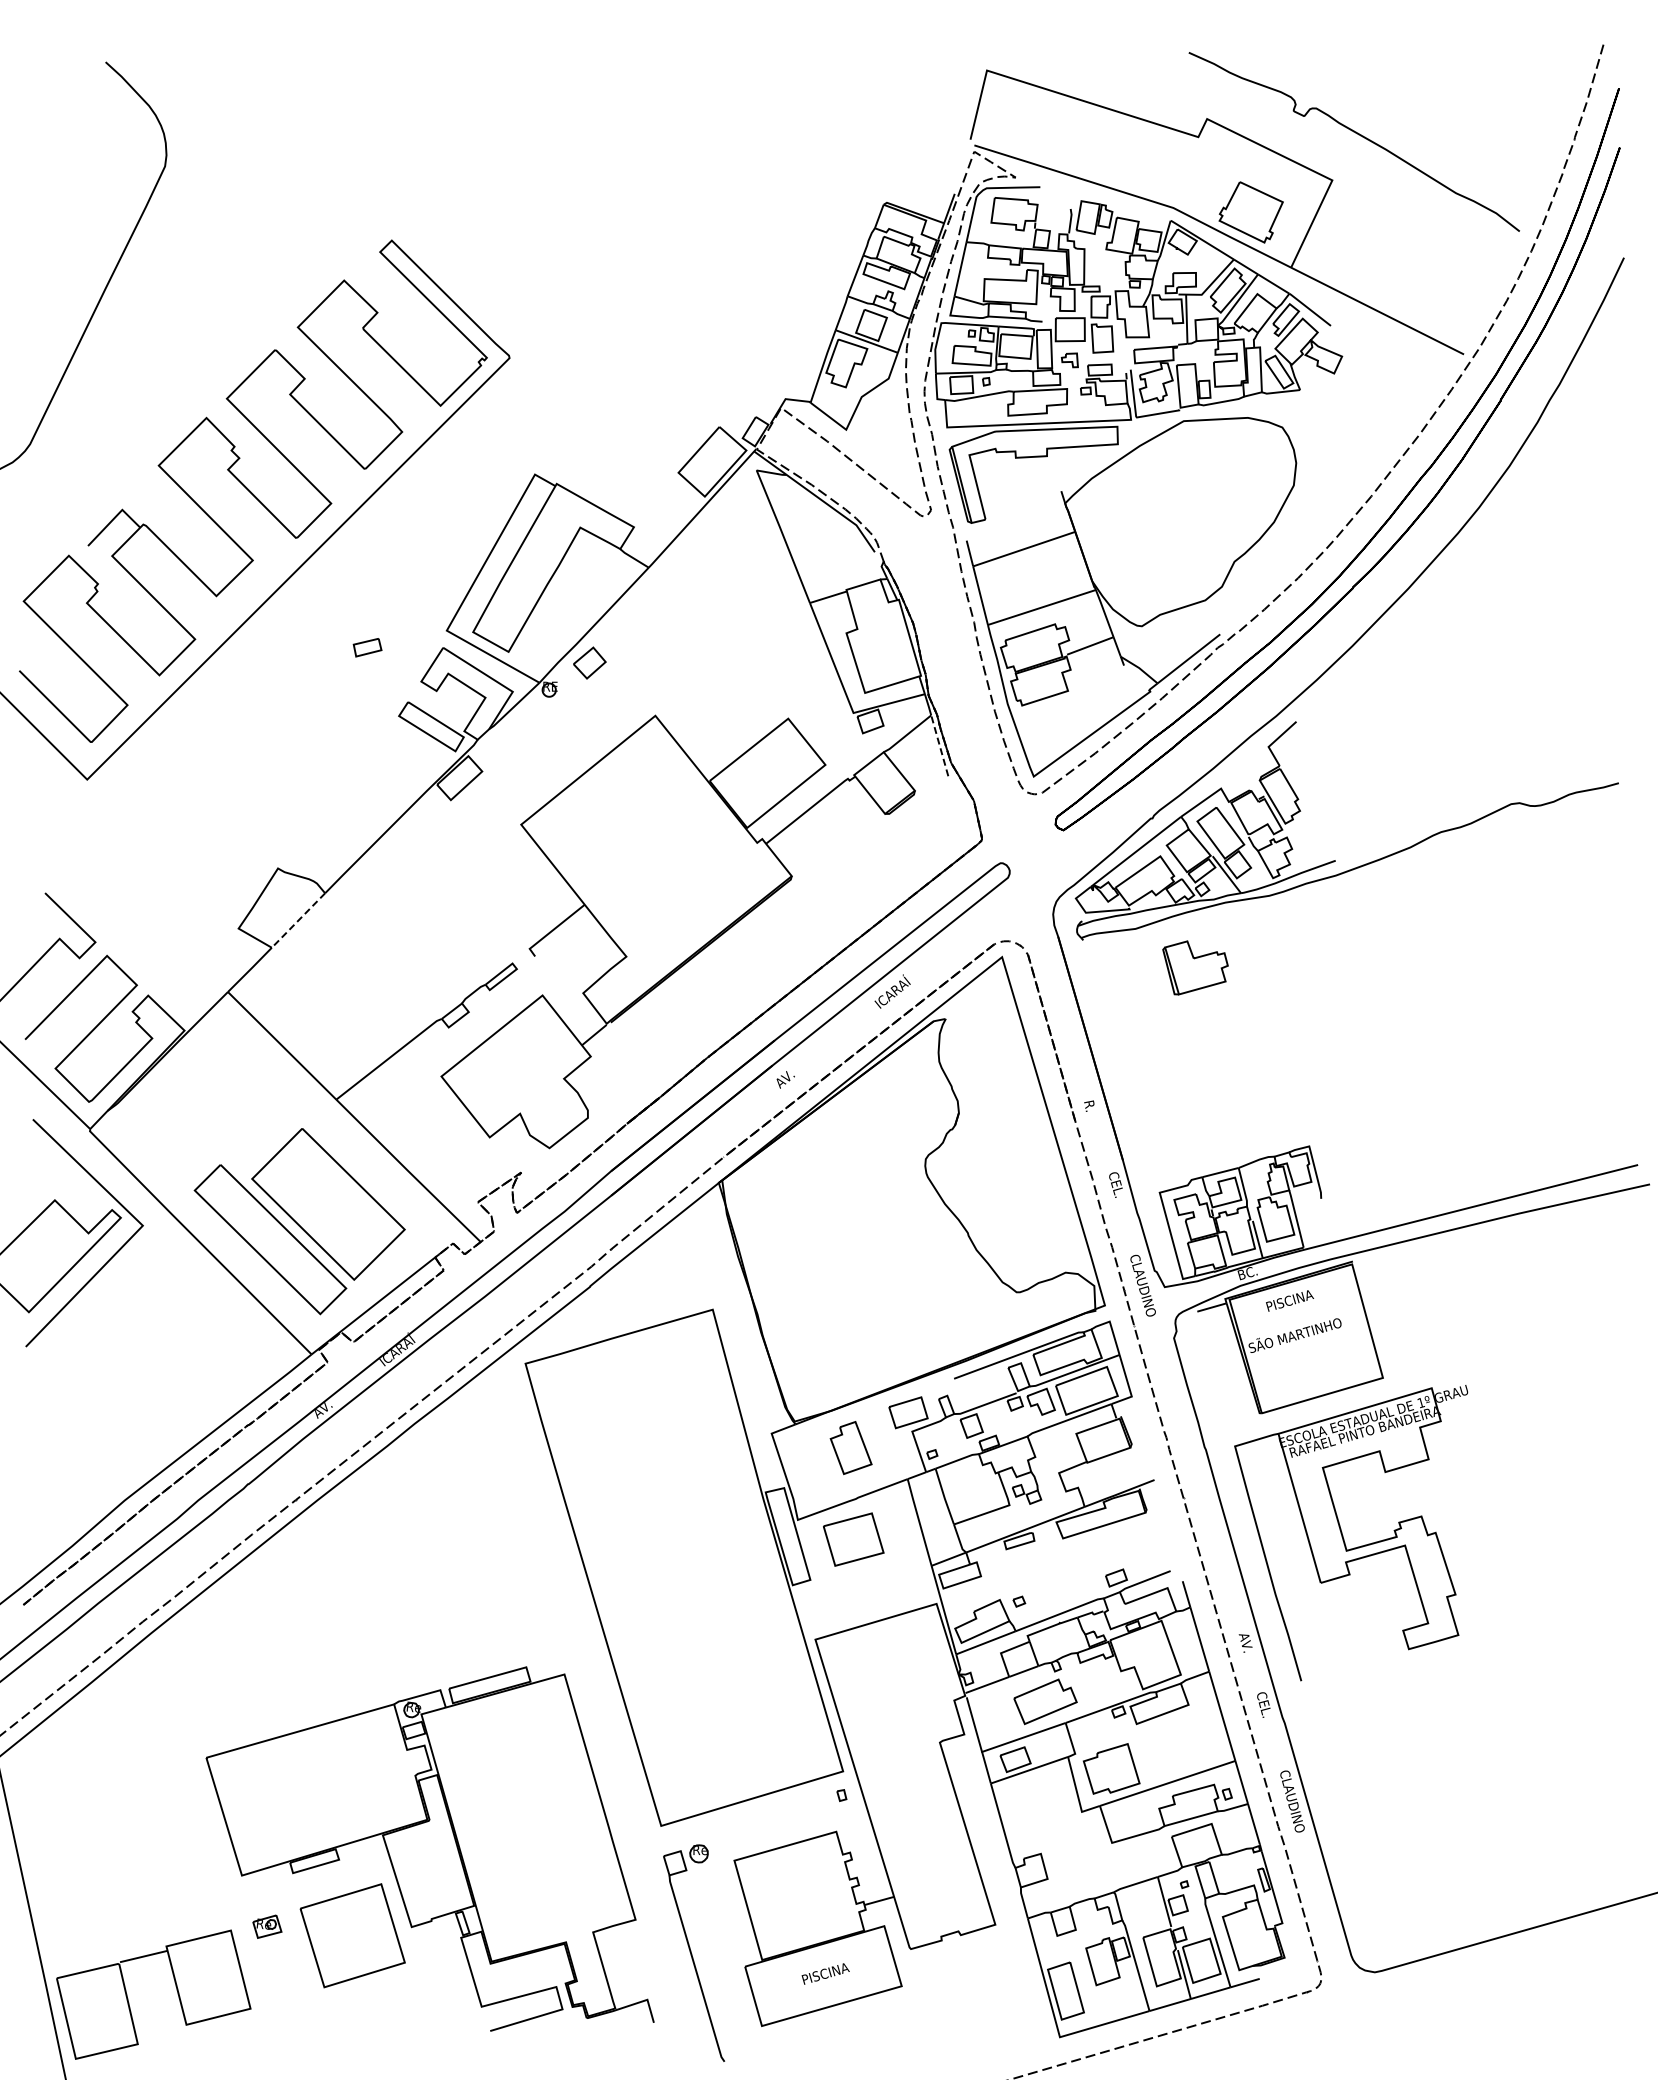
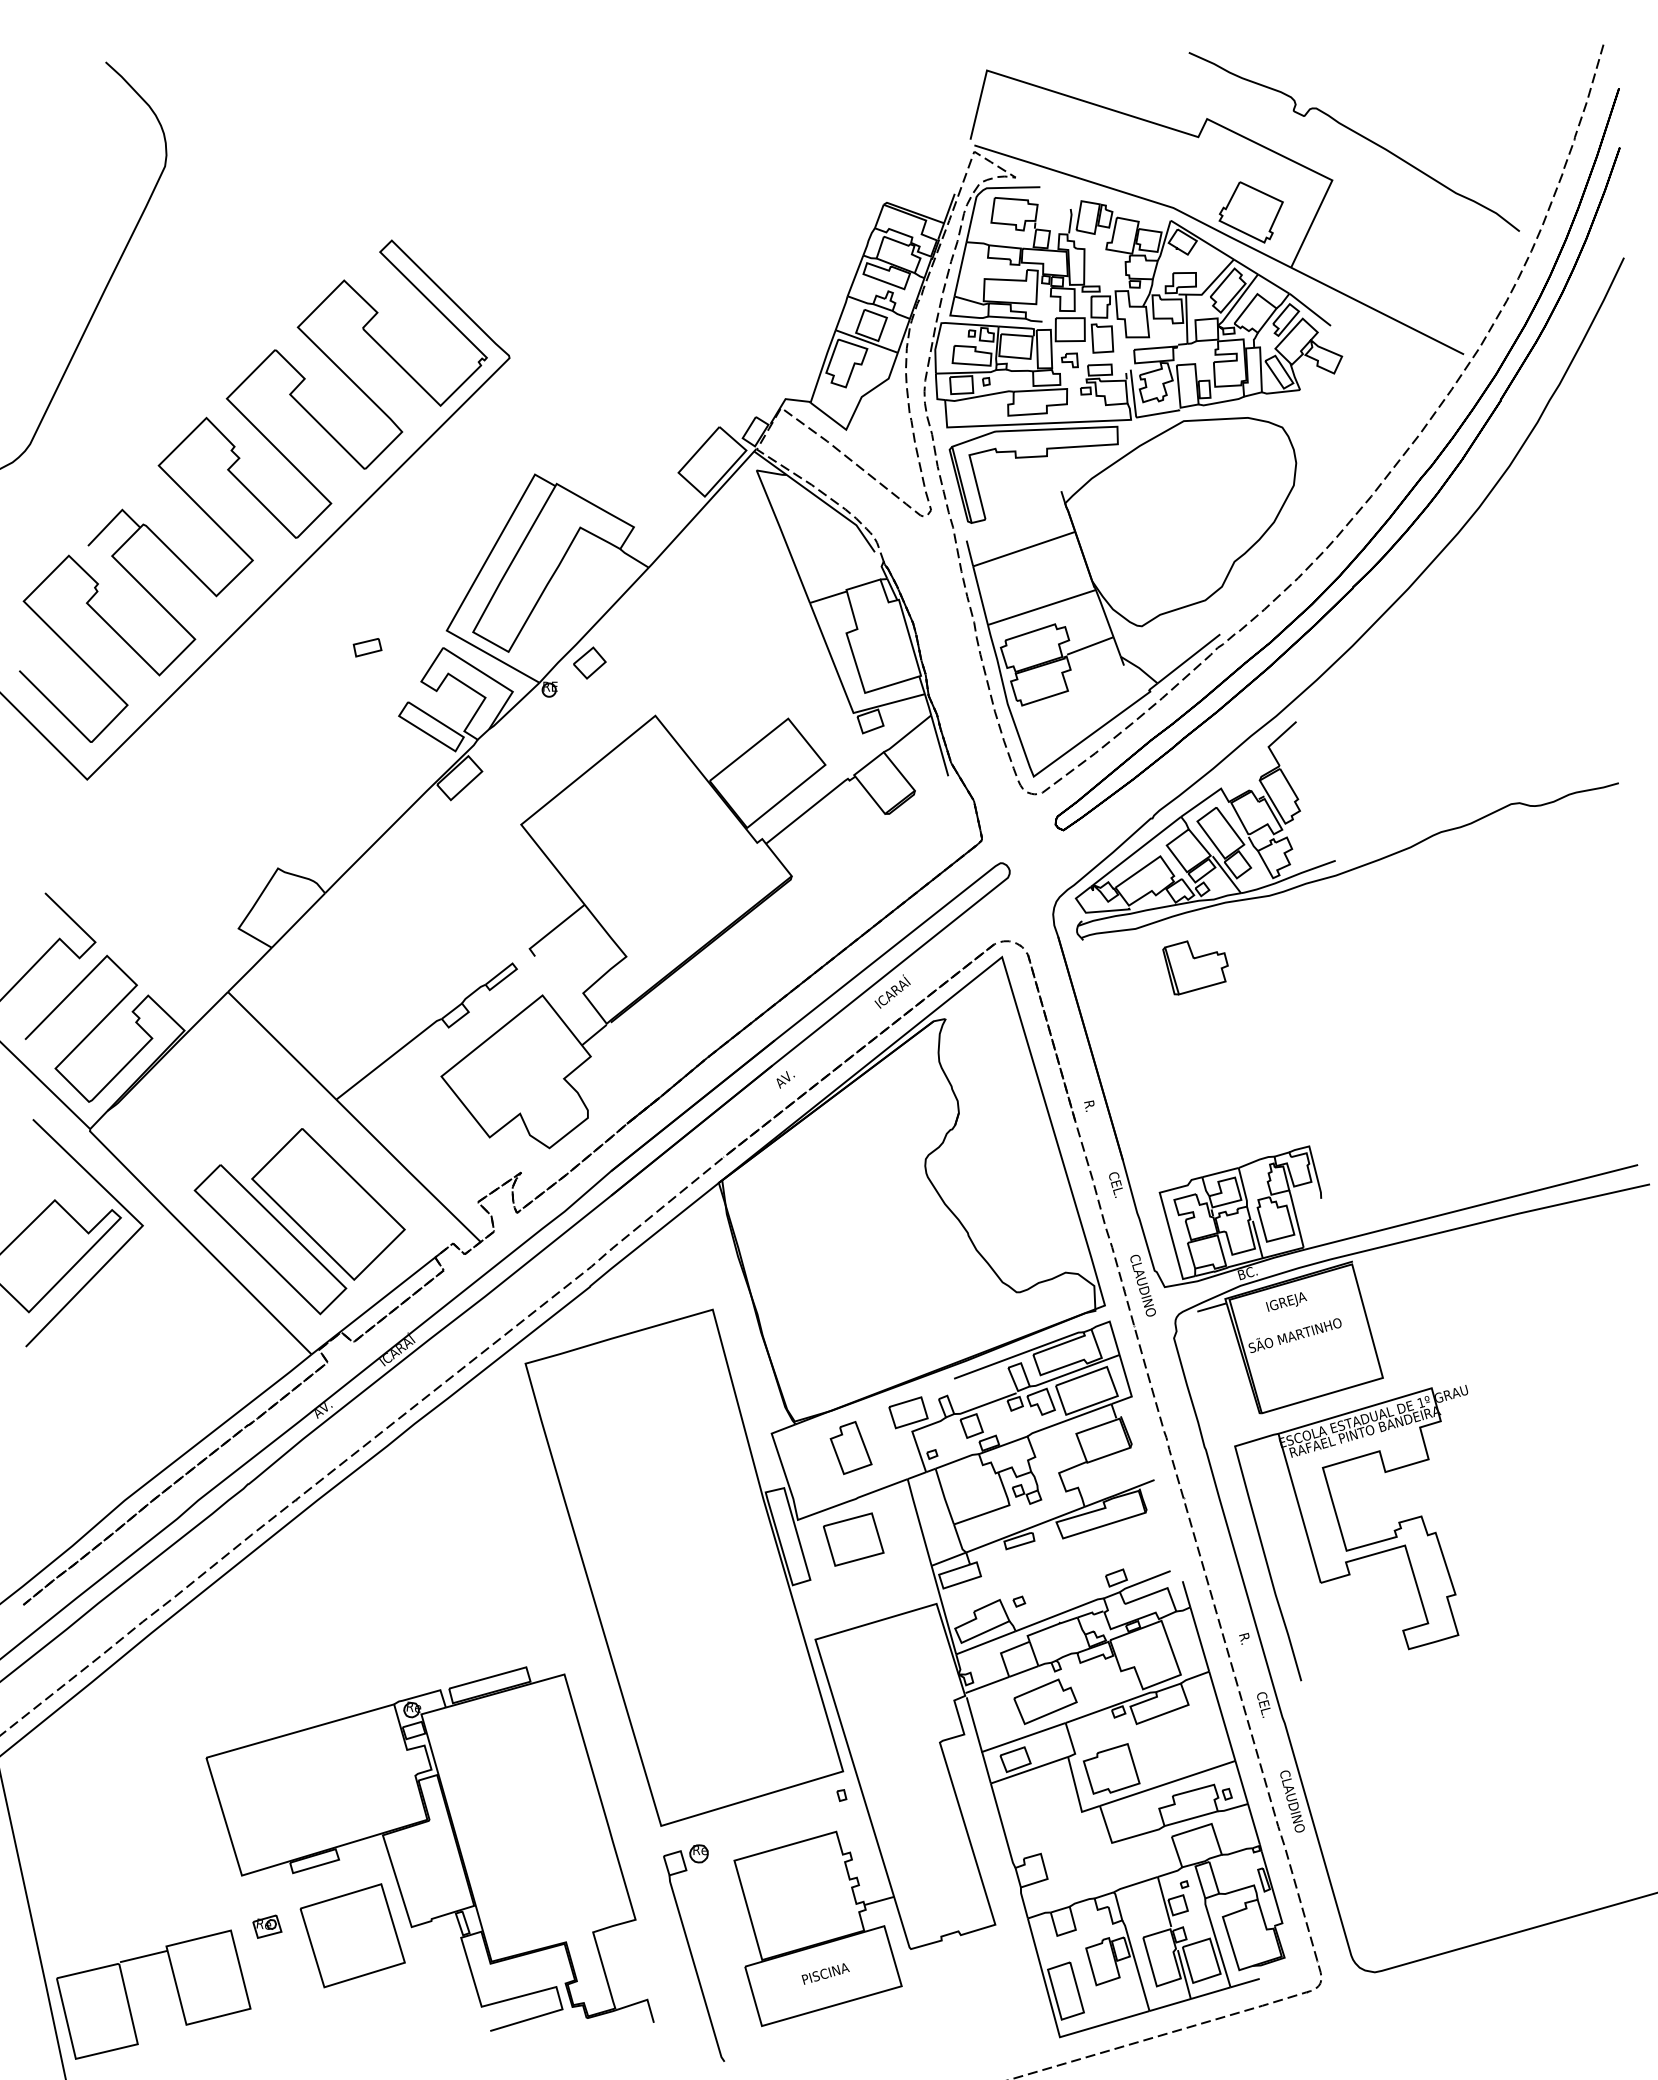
line at (939, 745): dashed -> solid
line at (298, 920): dashed -> solid
text at (1290, 1300): PISCINA -> IGREJA
text at (1245, 1642): AV. -> R.
